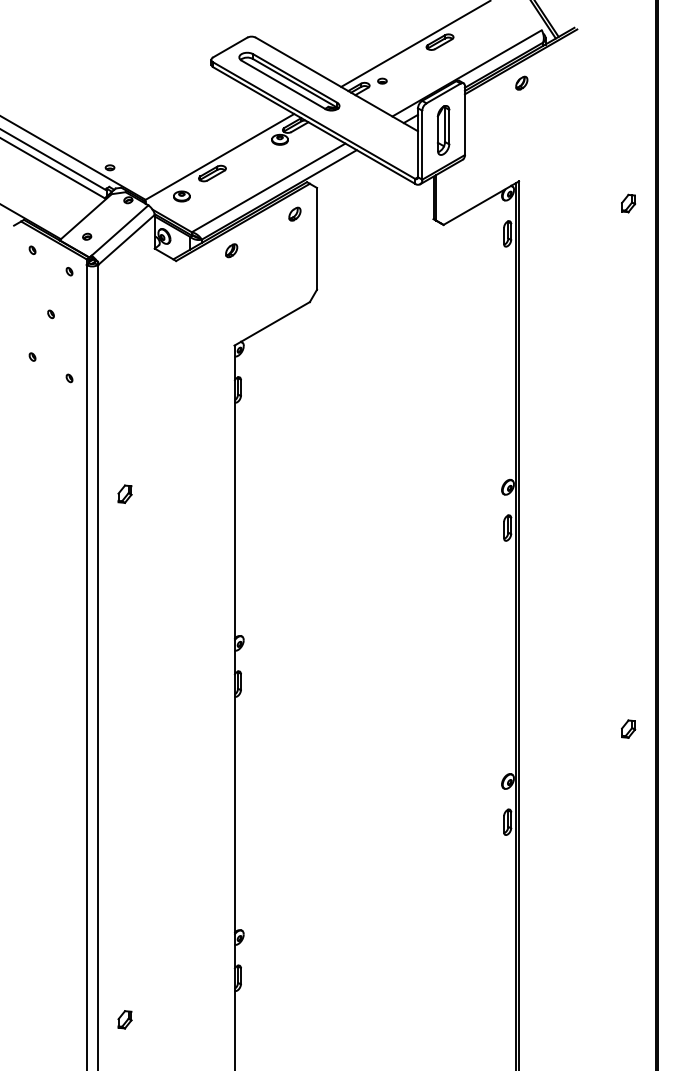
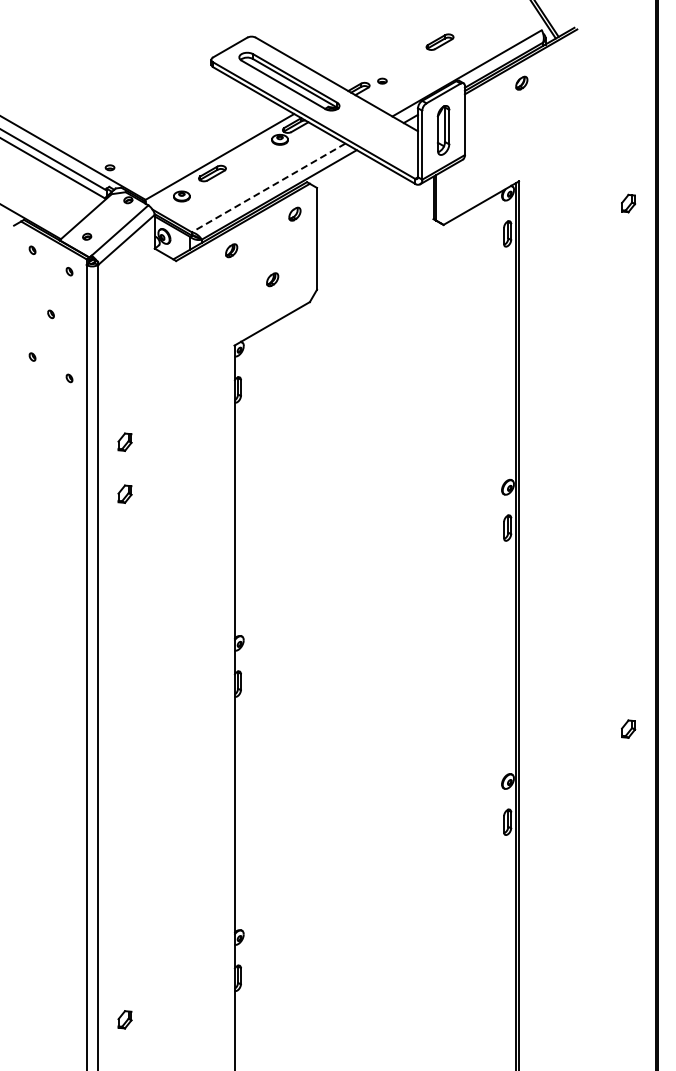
line at (414, 44): present -> none
line at (268, 187): solid -> dashed
part at (272, 279): none -> present
part at (124, 441): none -> present
